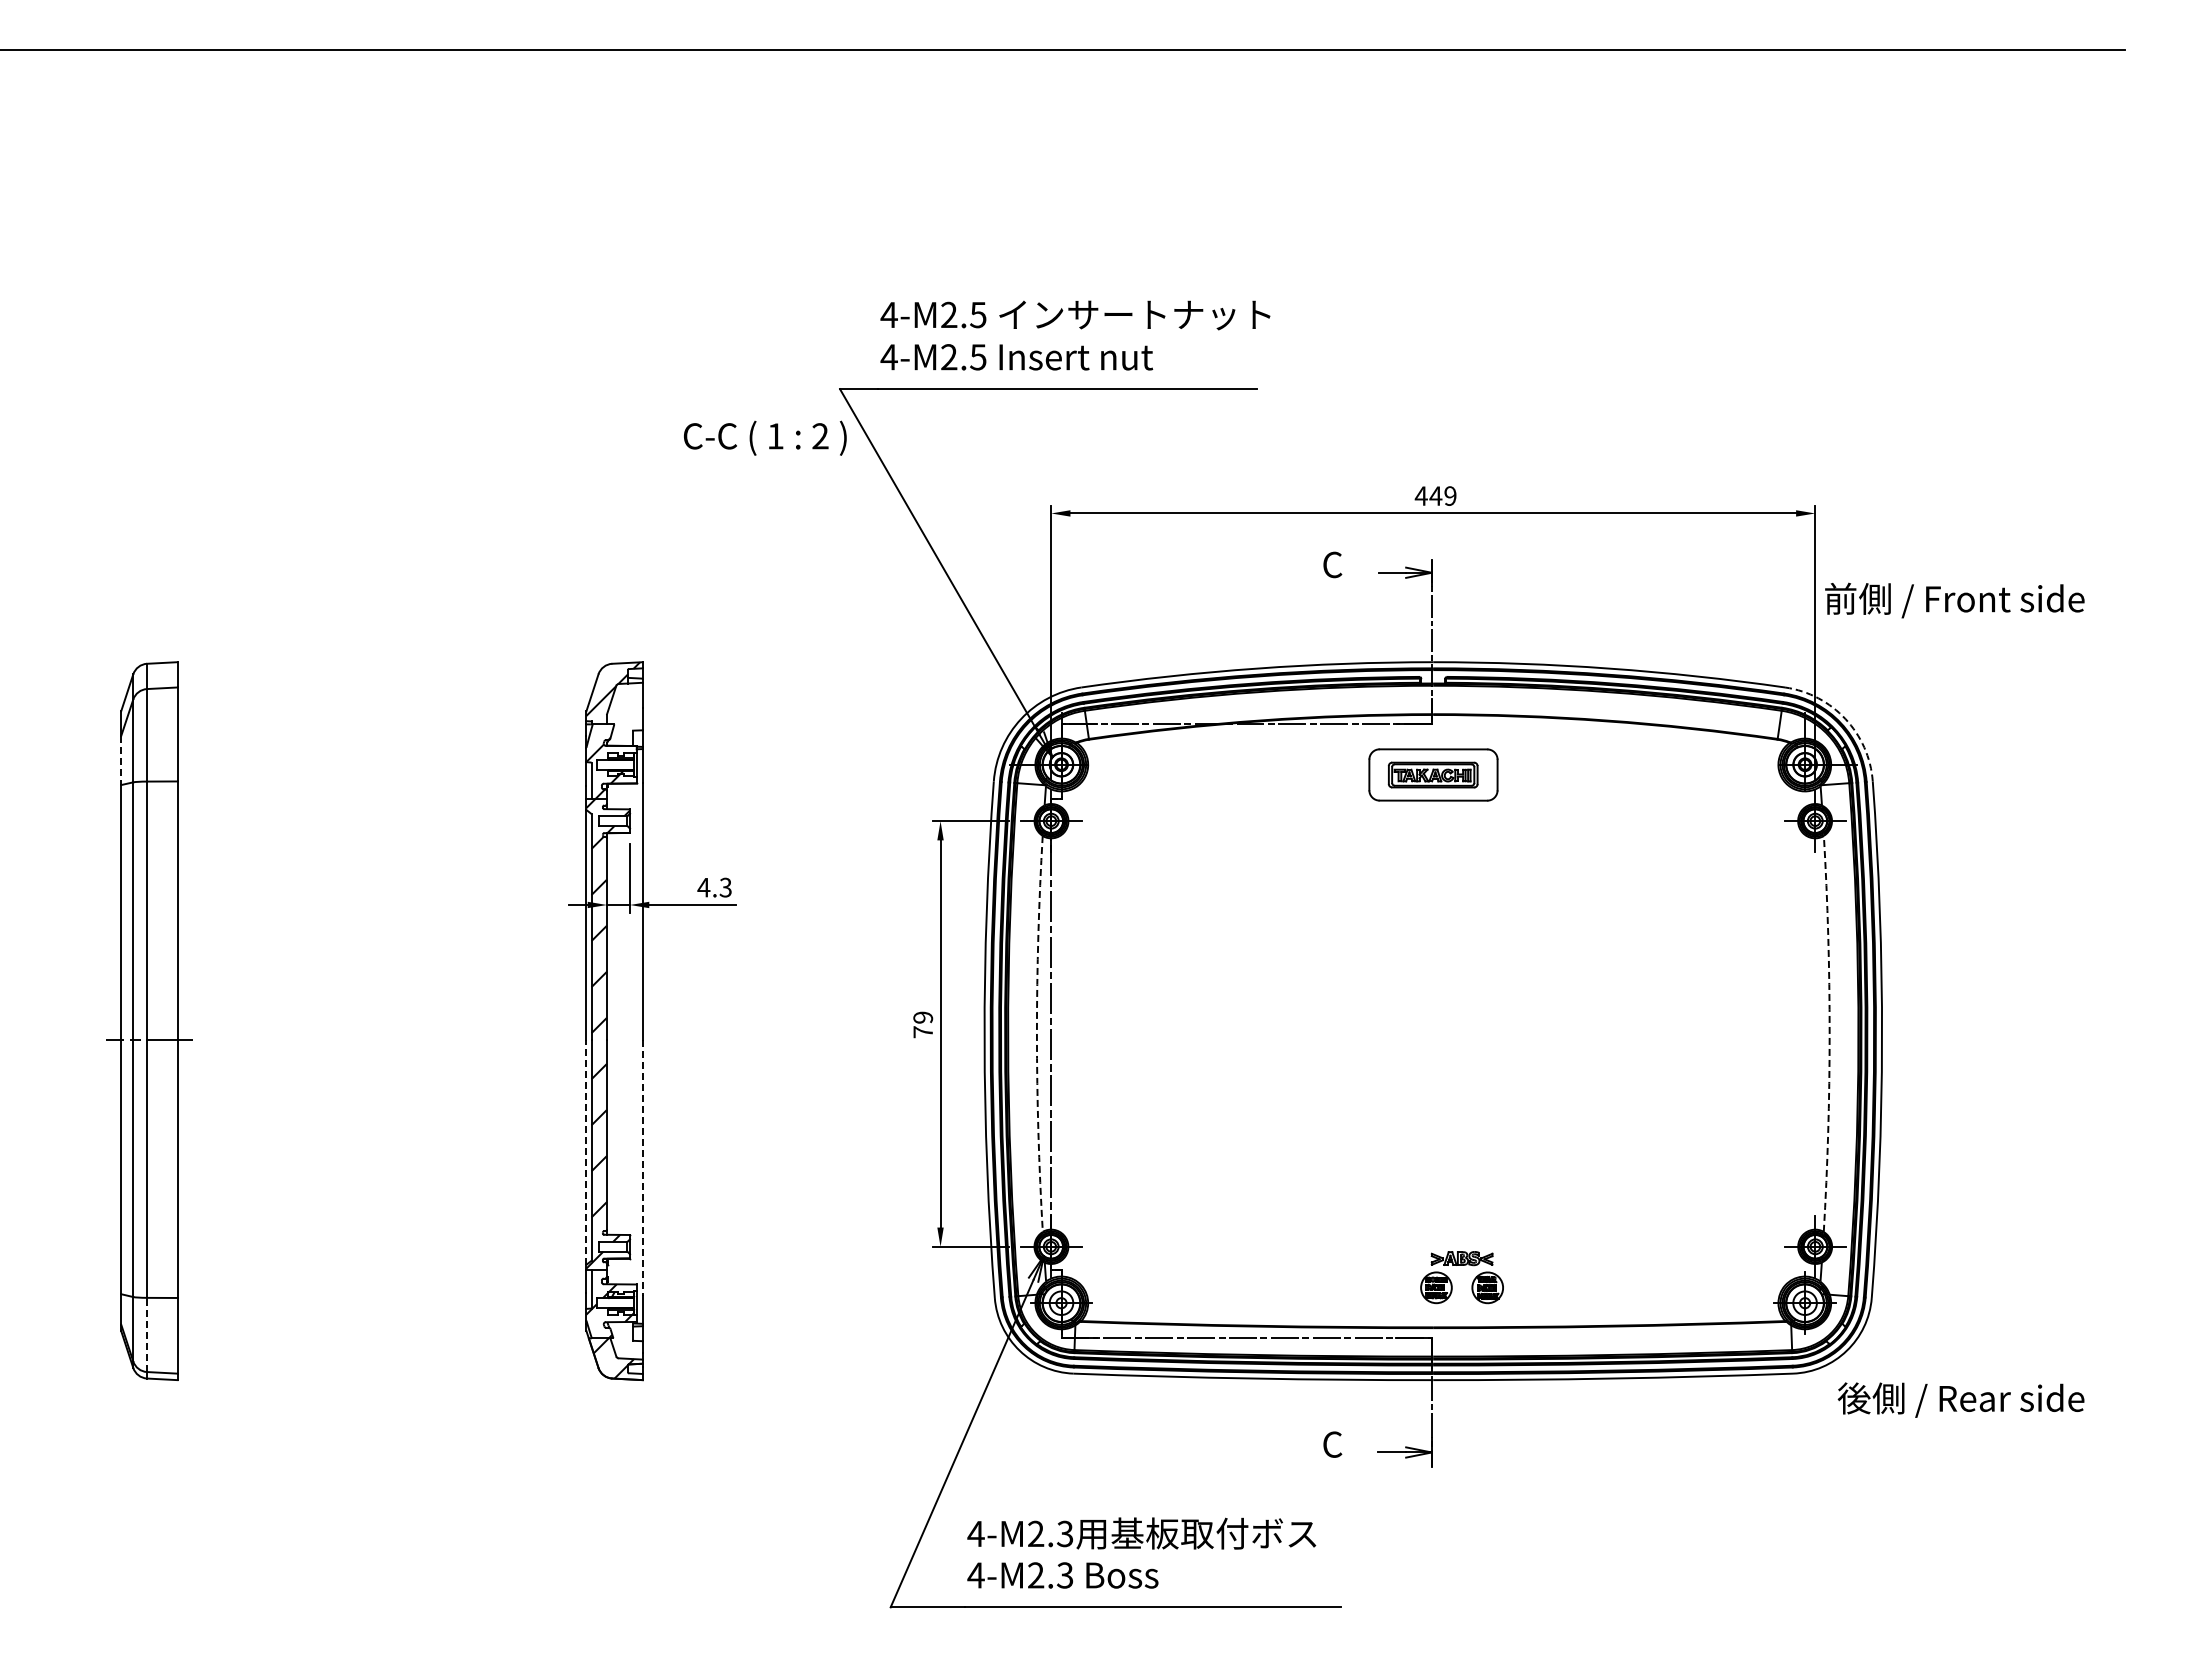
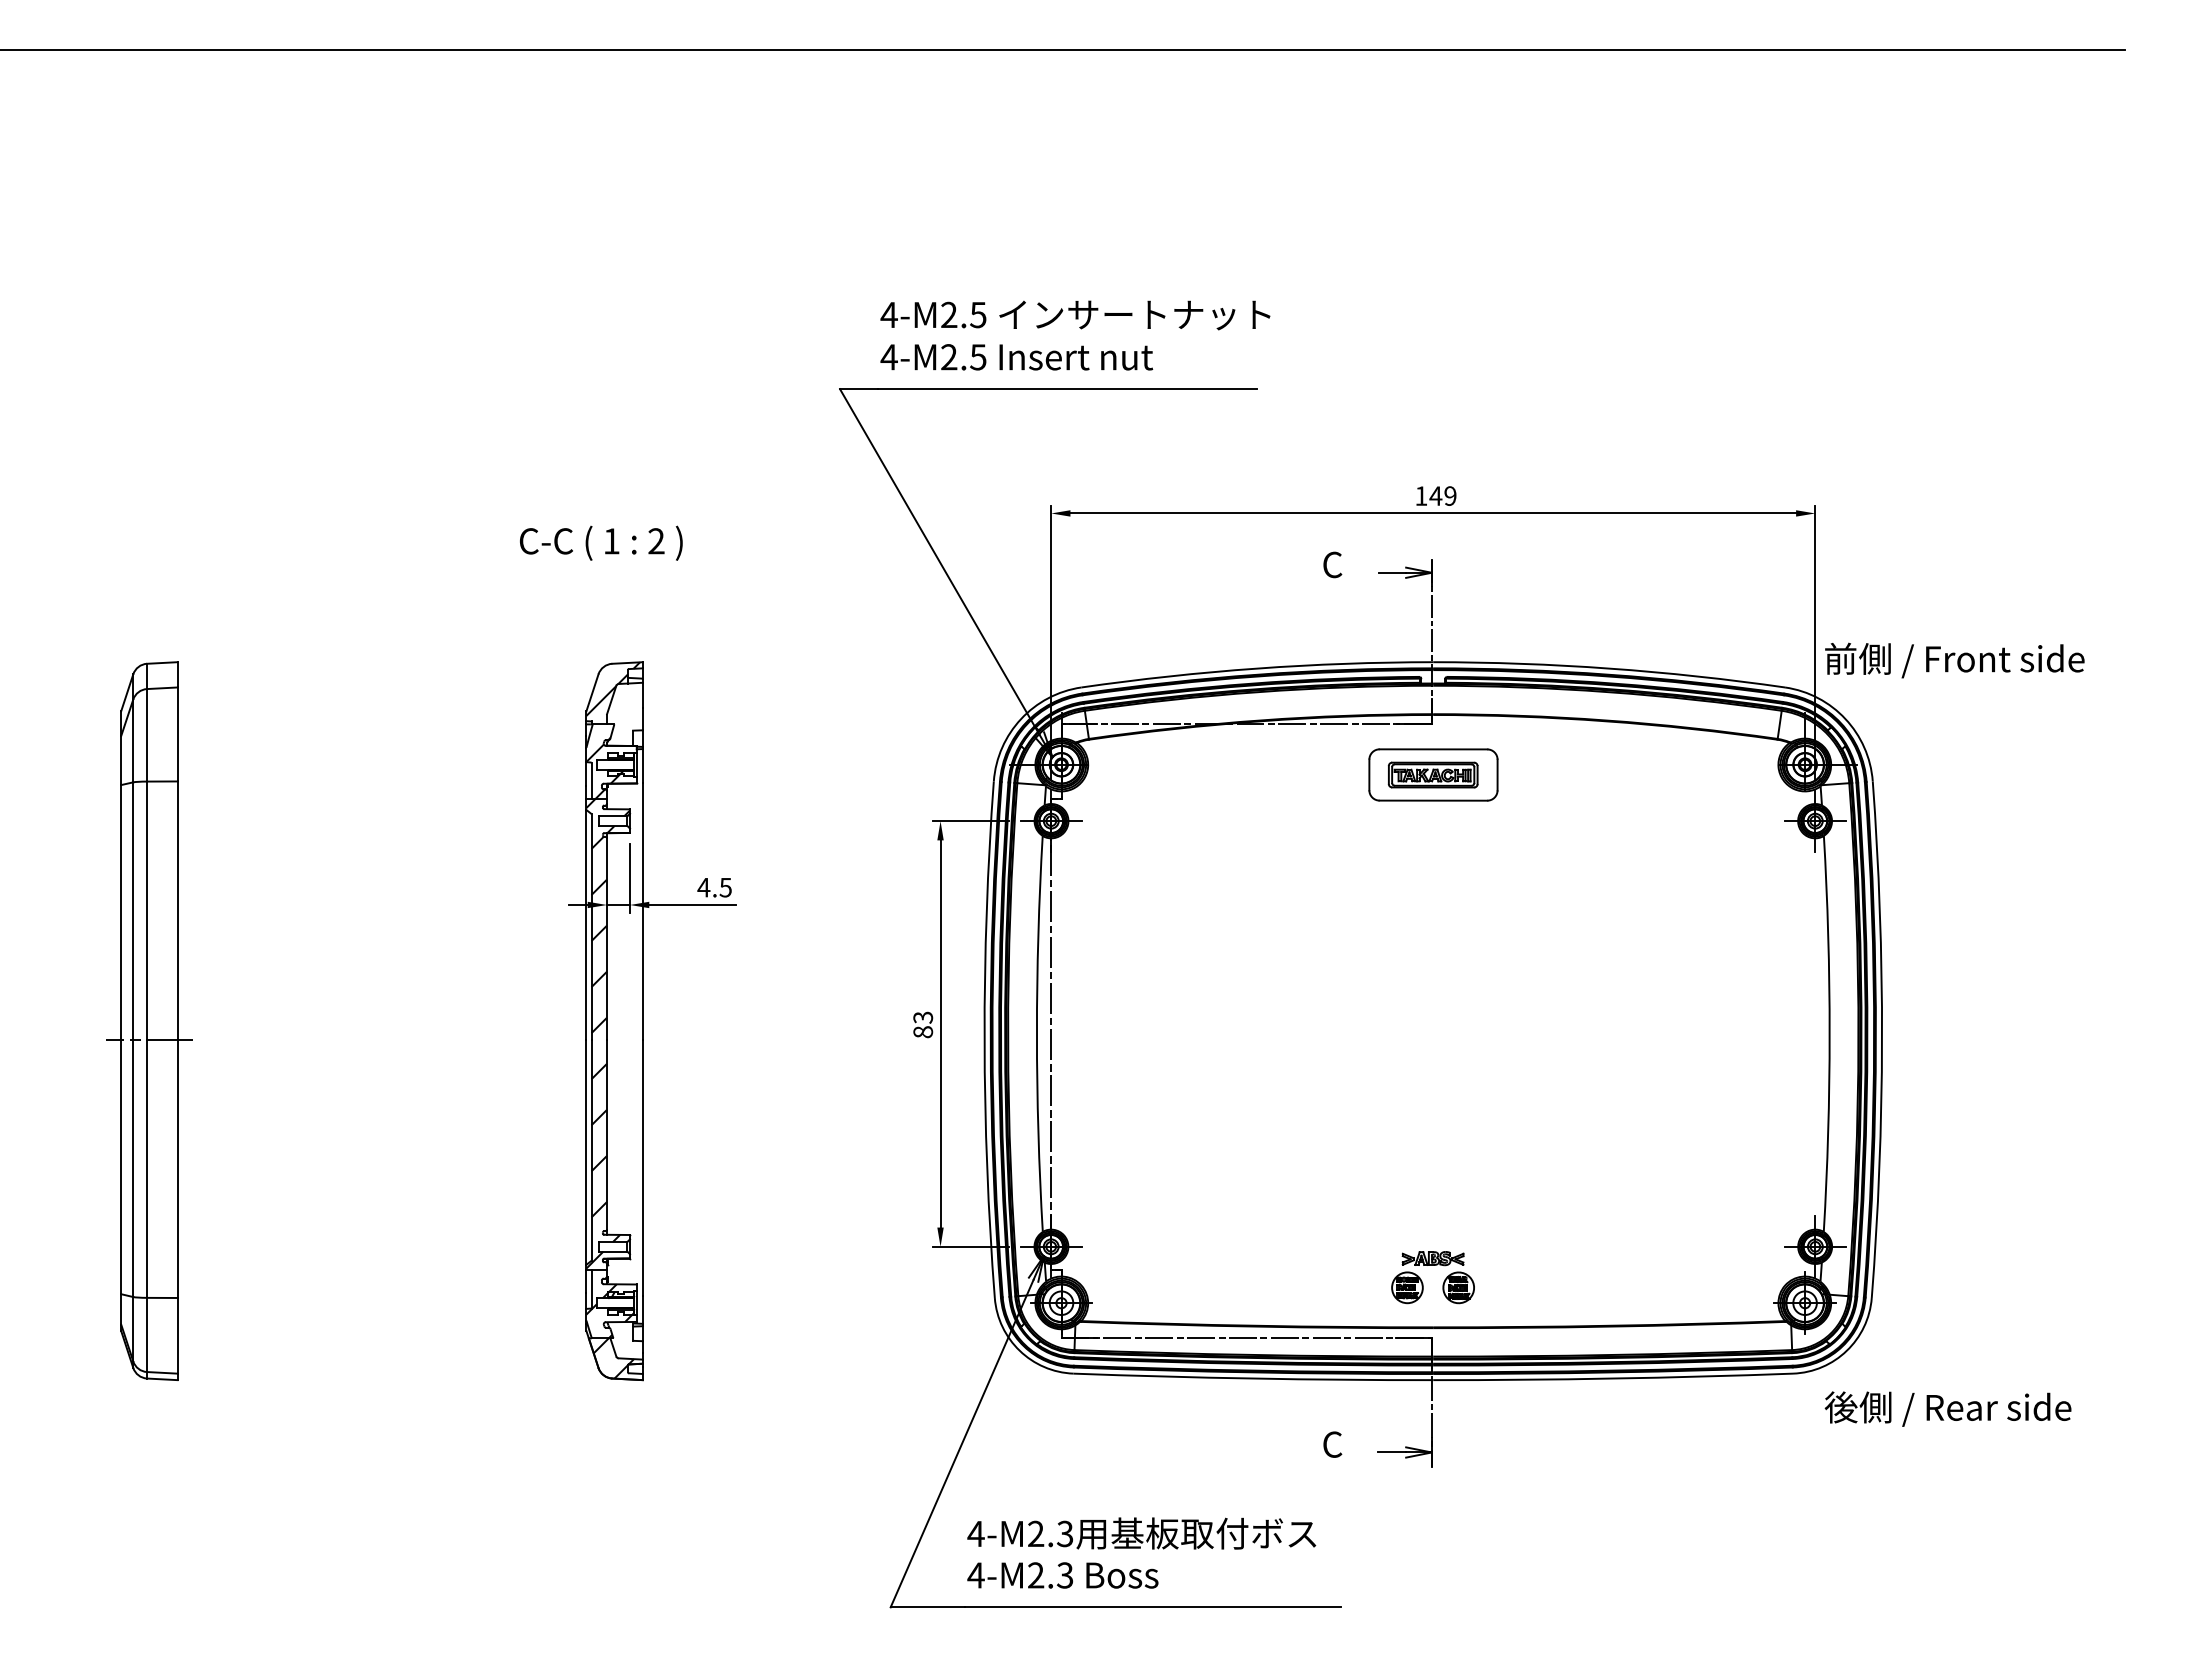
text at (765, 437) position: (765, 437) -> (601, 542)
text at (1420, 495): 449 -> 149
text at (1954, 600) position: (1954, 600) -> (1954, 660)
arc at (1845, 719): dashed -> solid
line at (121, 761): dashed -> solid
text at (725, 886): 4.3 -> 4.5
text at (923, 1024): 79 -> 83
arc at (1036, 1033): dashed -> solid
arc at (1829, 1033): dashed -> solid
line at (586, 1152): dashed -> solid
line at (642, 1168): dashed -> solid
part at (1451, 1281) position: (1451, 1281) -> (1422, 1281)
line at (147, 1334): dashed -> solid
text at (1960, 1399) position: (1960, 1399) -> (1947, 1408)
